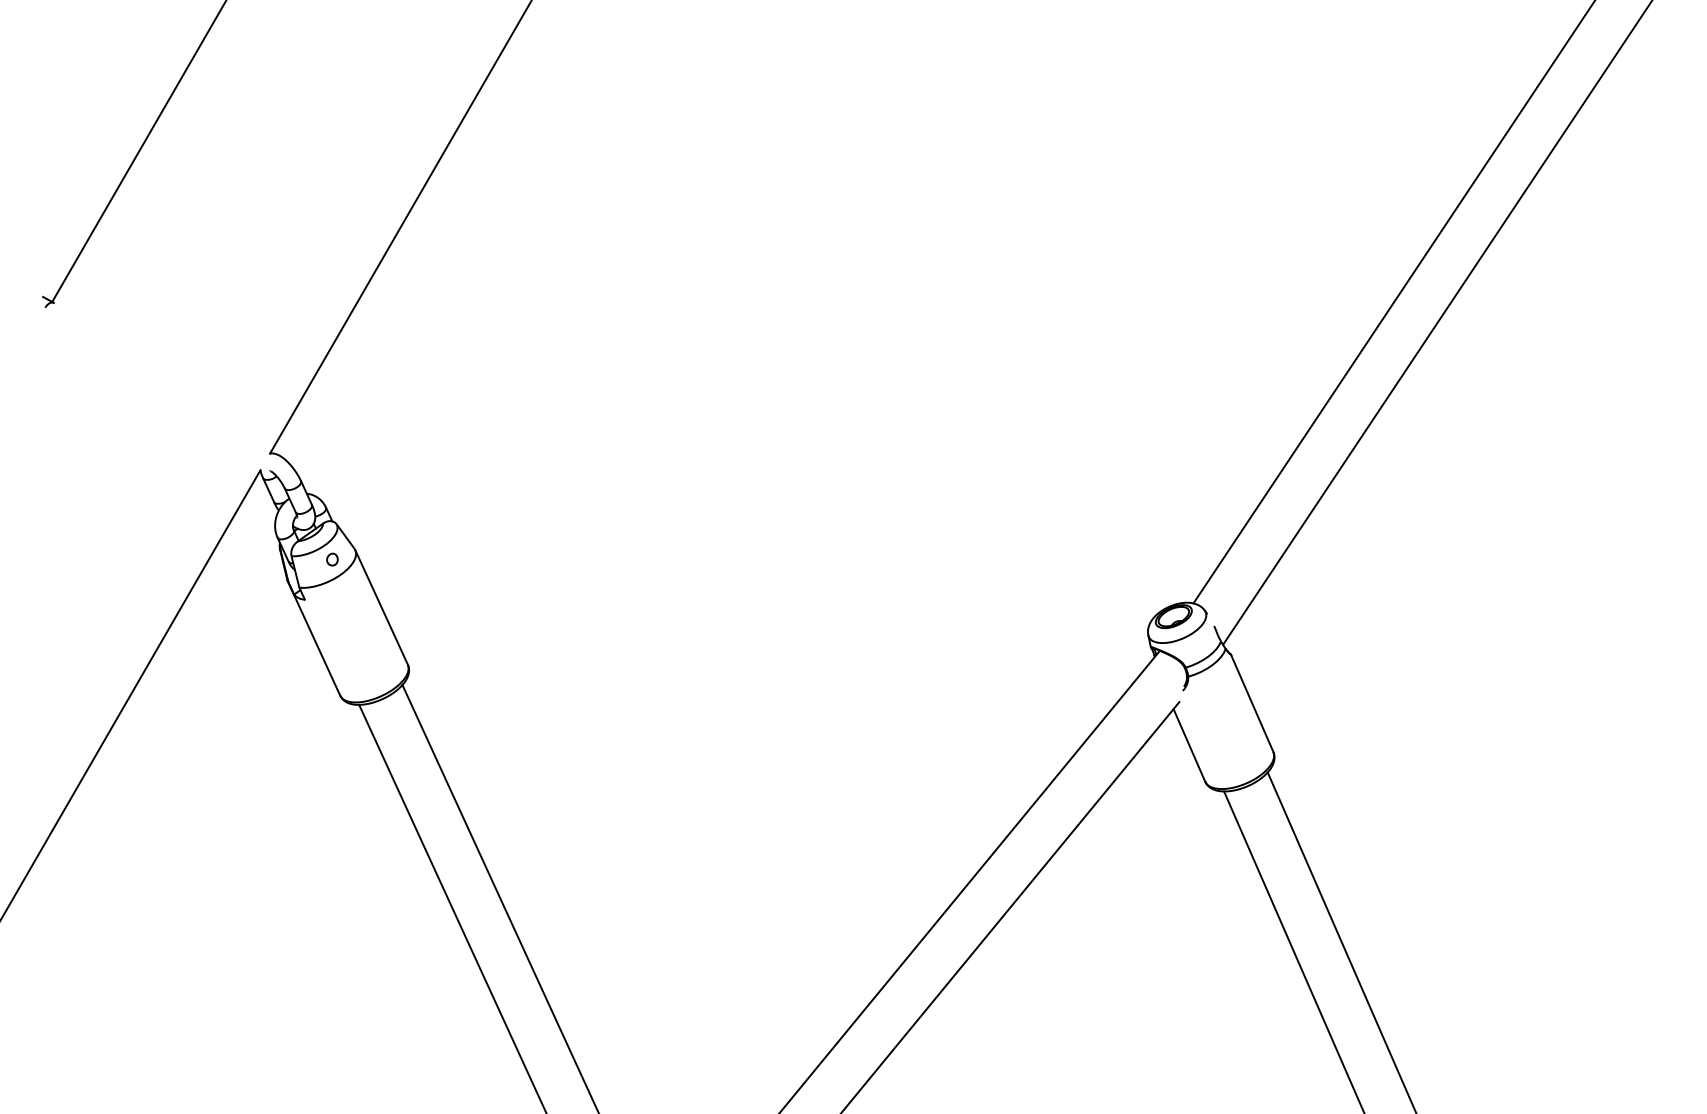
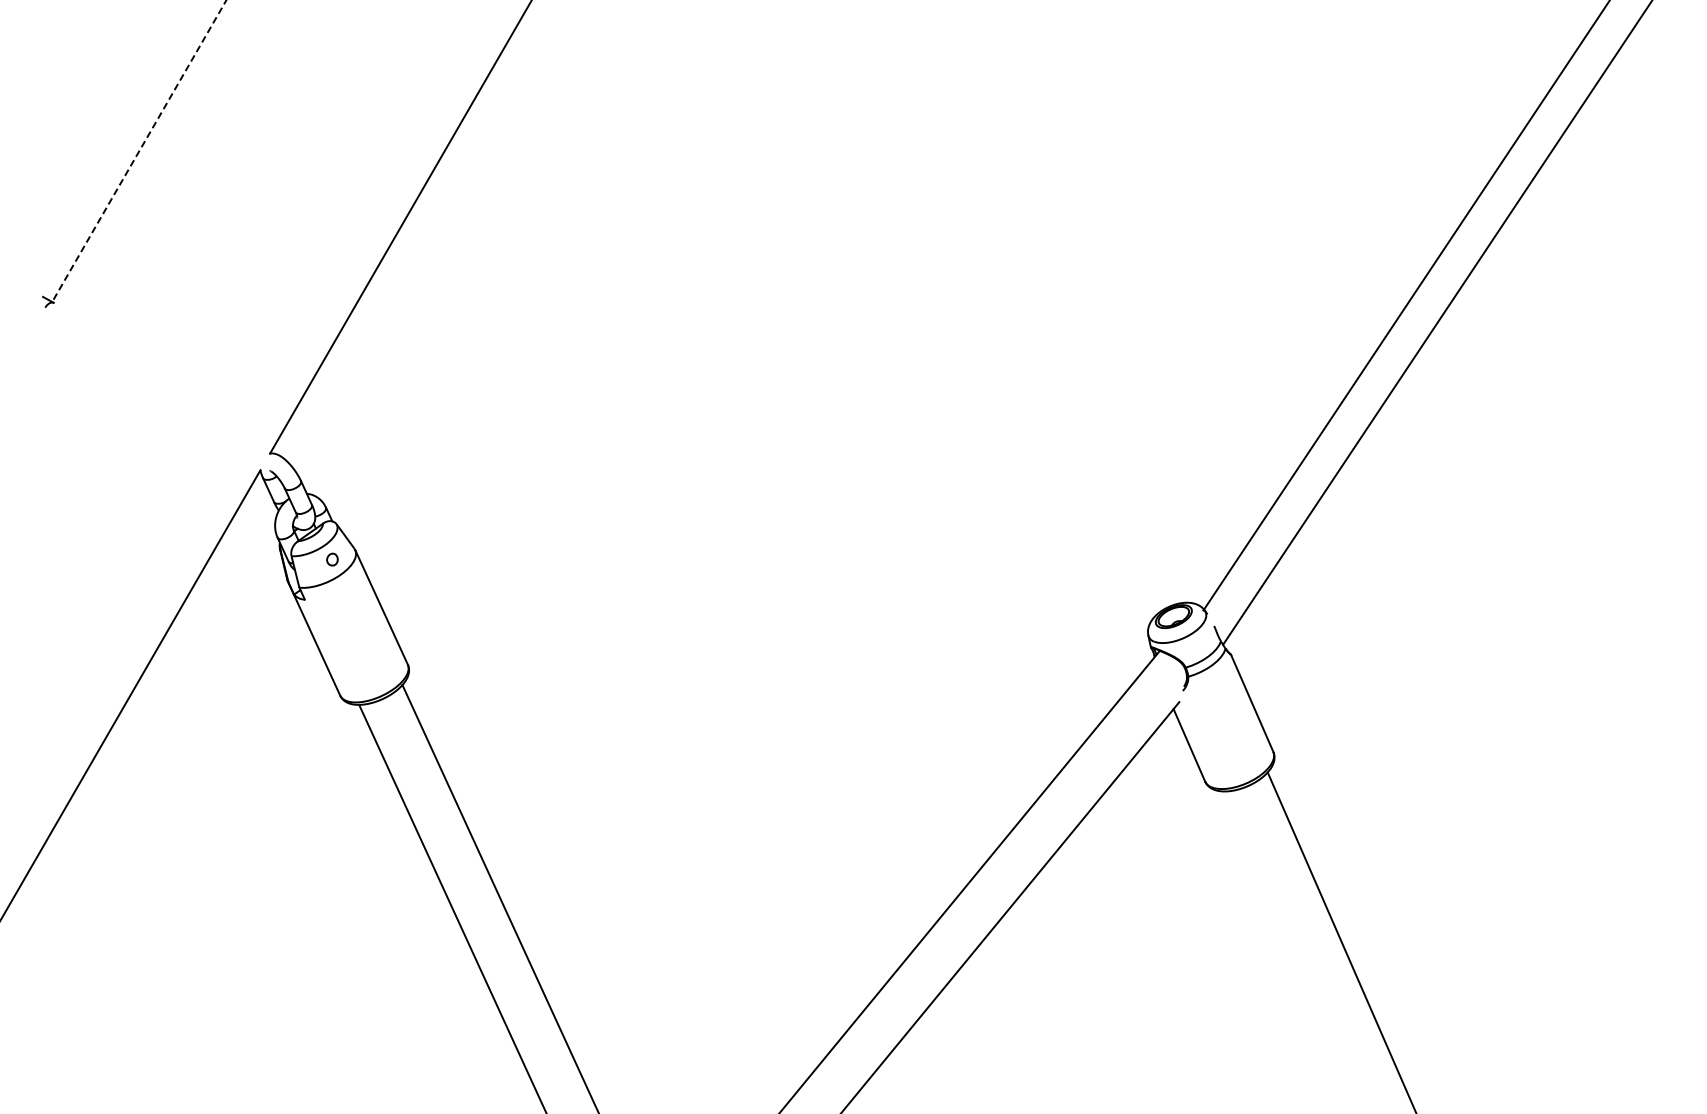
line at (139, 151): solid -> dashed
line at (1393, 302) position: (1393, 302) -> (1405, 306)
line at (1293, 950): present -> none
